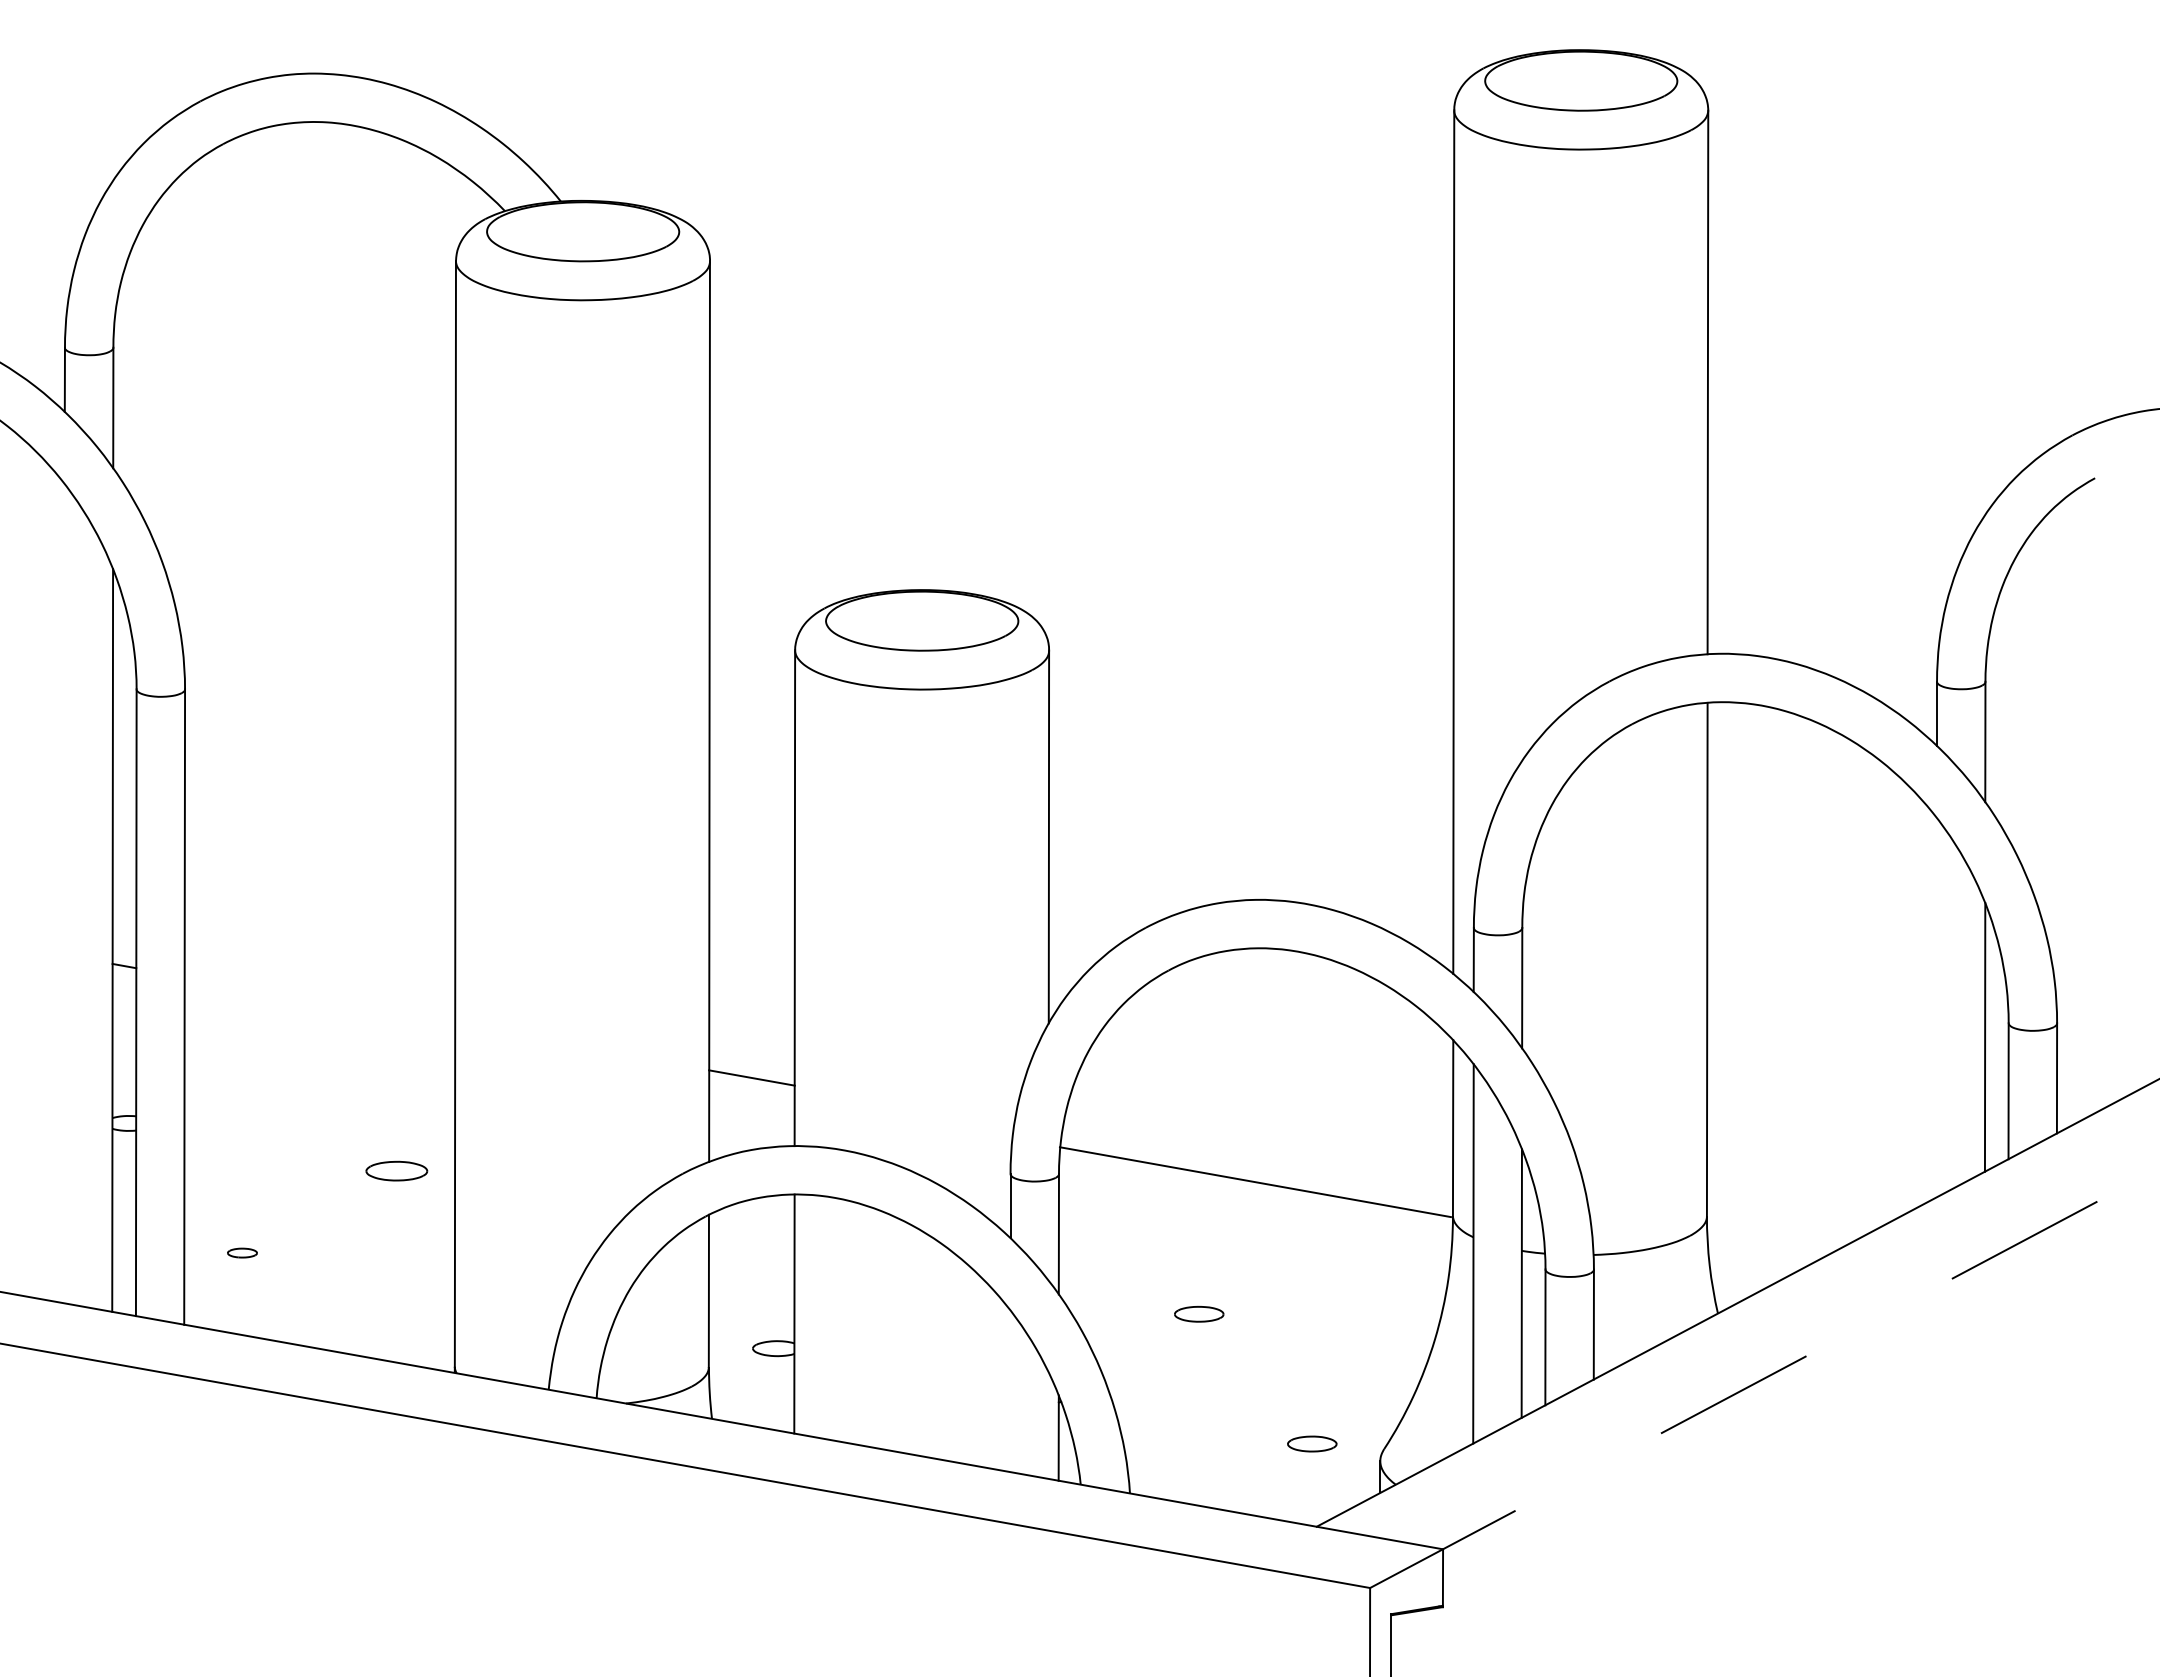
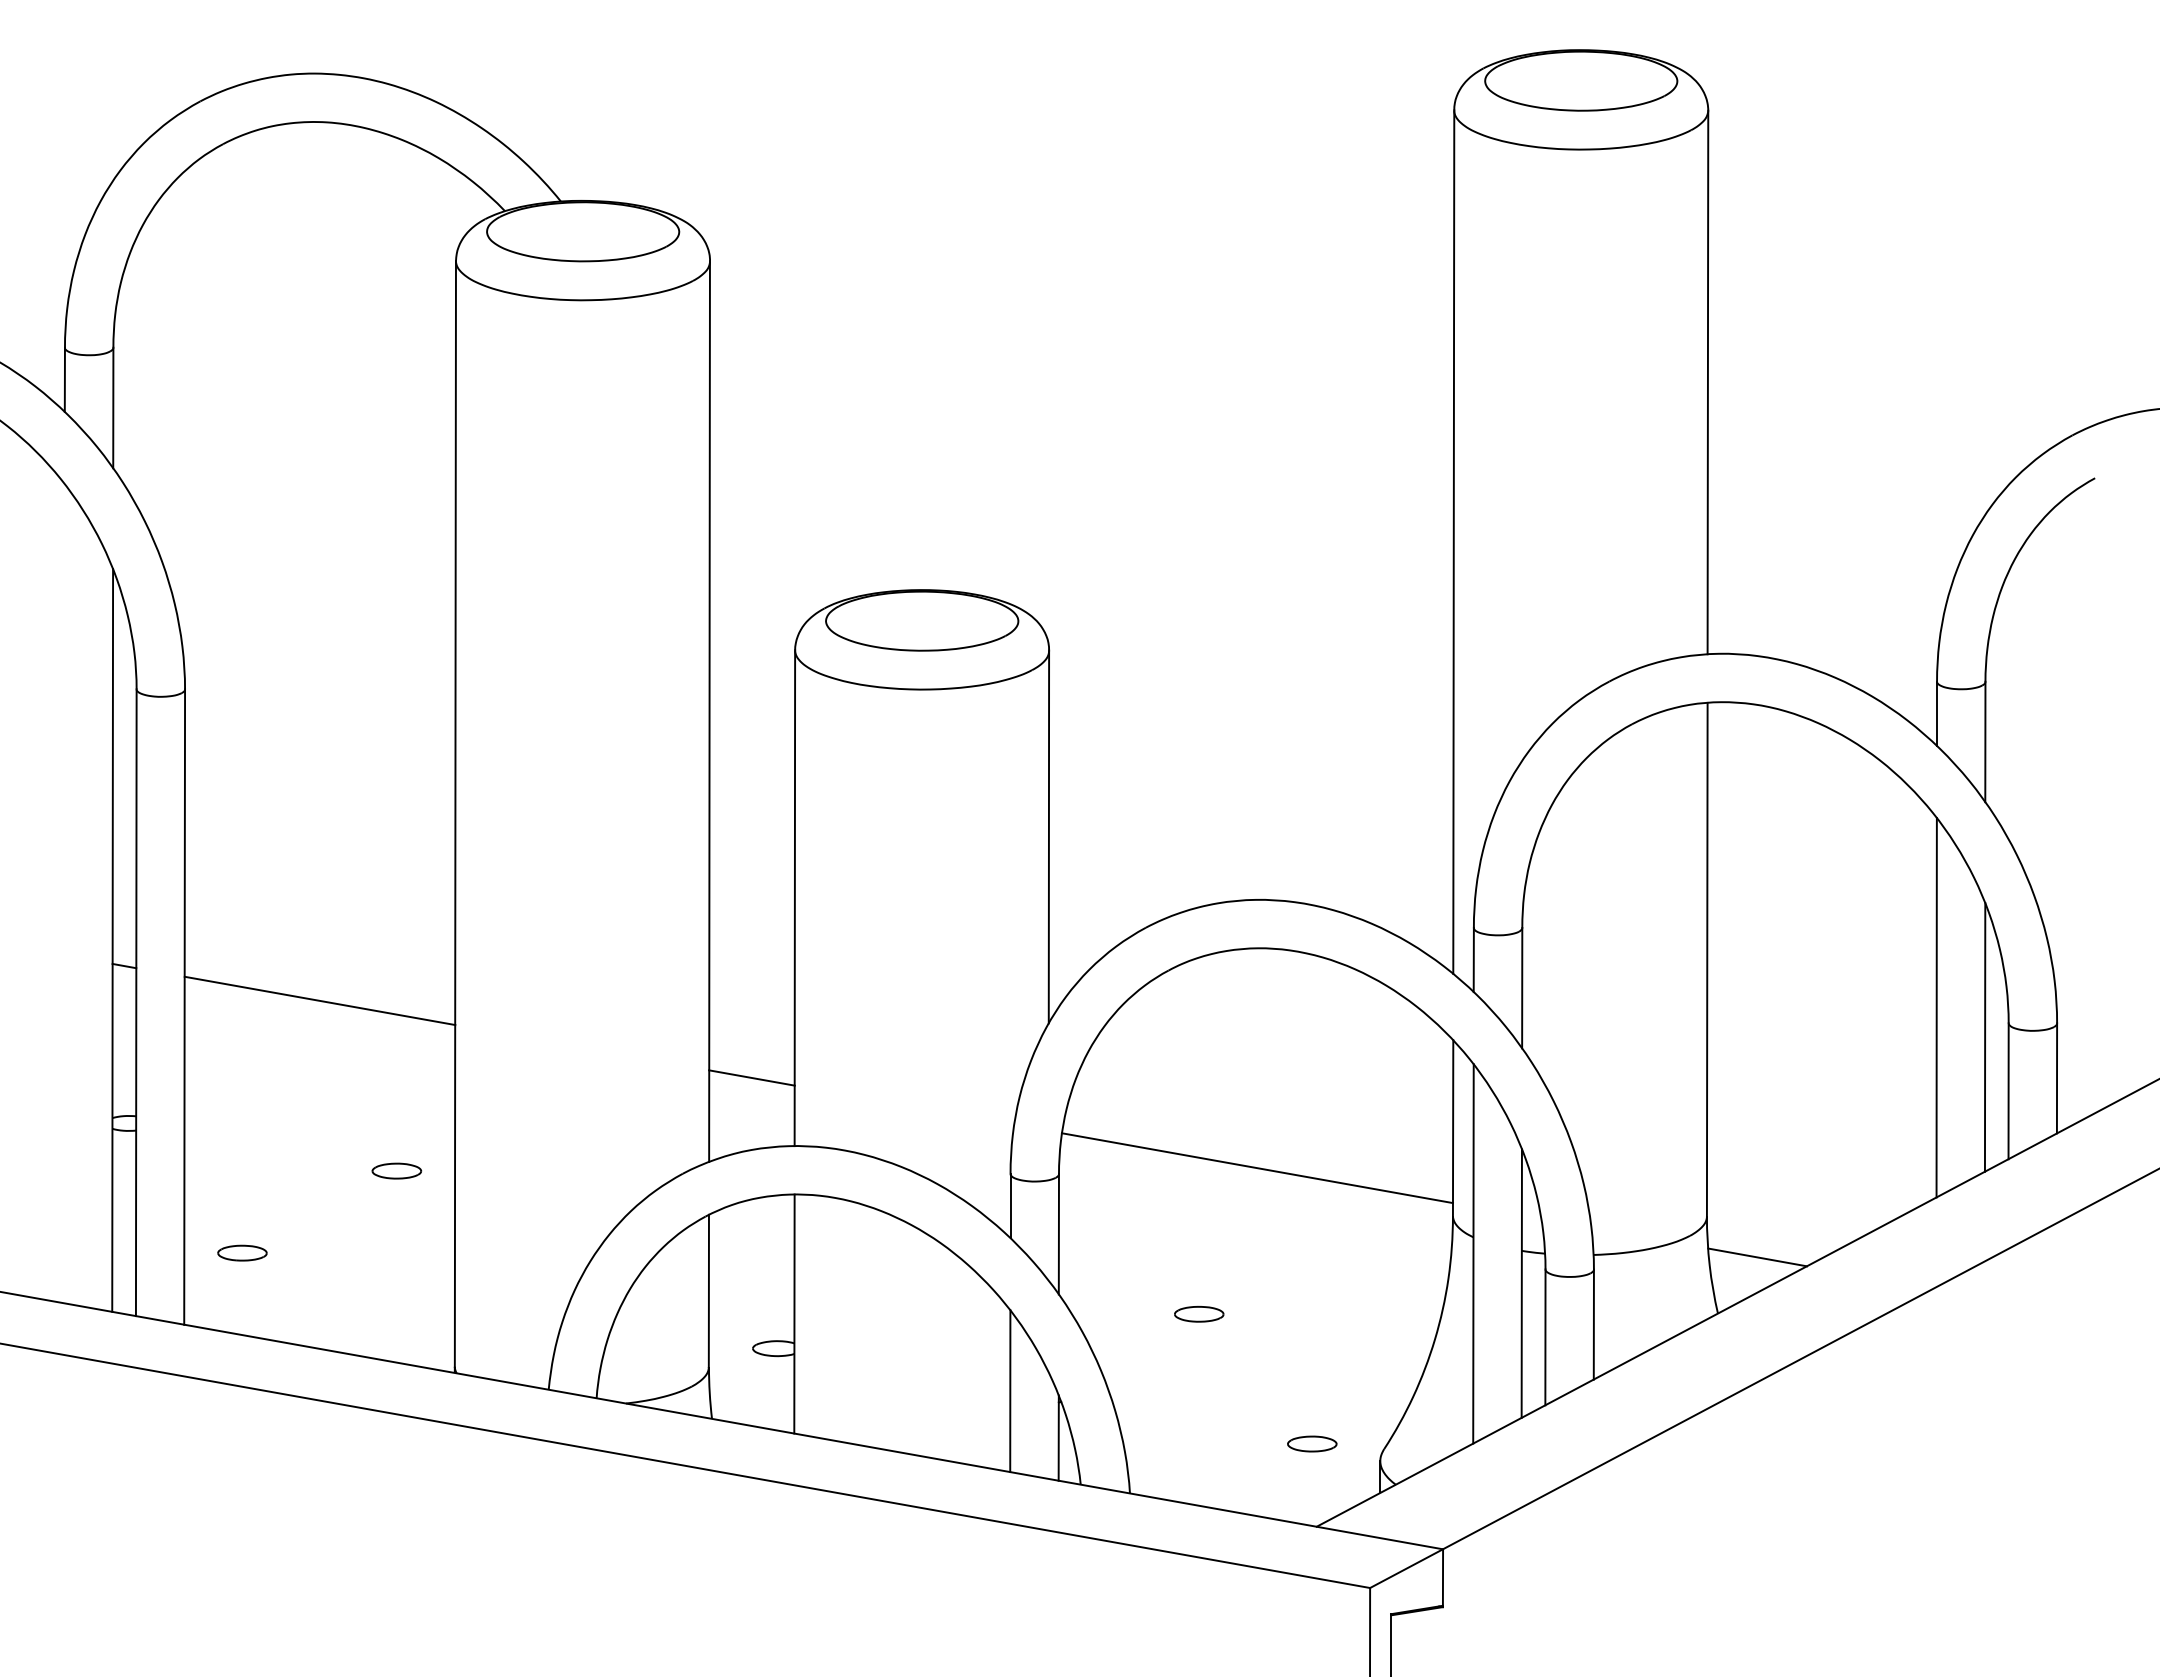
line at (319, 1000): none -> present
line at (1936, 1007): none -> present
part at (396, 1170) size: 64x22 px -> 52x18 px
line at (1254, 1182) position: (1254, 1182) -> (1256, 1168)
part at (242, 1252) size: 31x12 px -> 51x18 px
line at (1757, 1257): none -> present
line at (1764, 1378): dashed -> solid
line at (1010, 1391): none -> present
